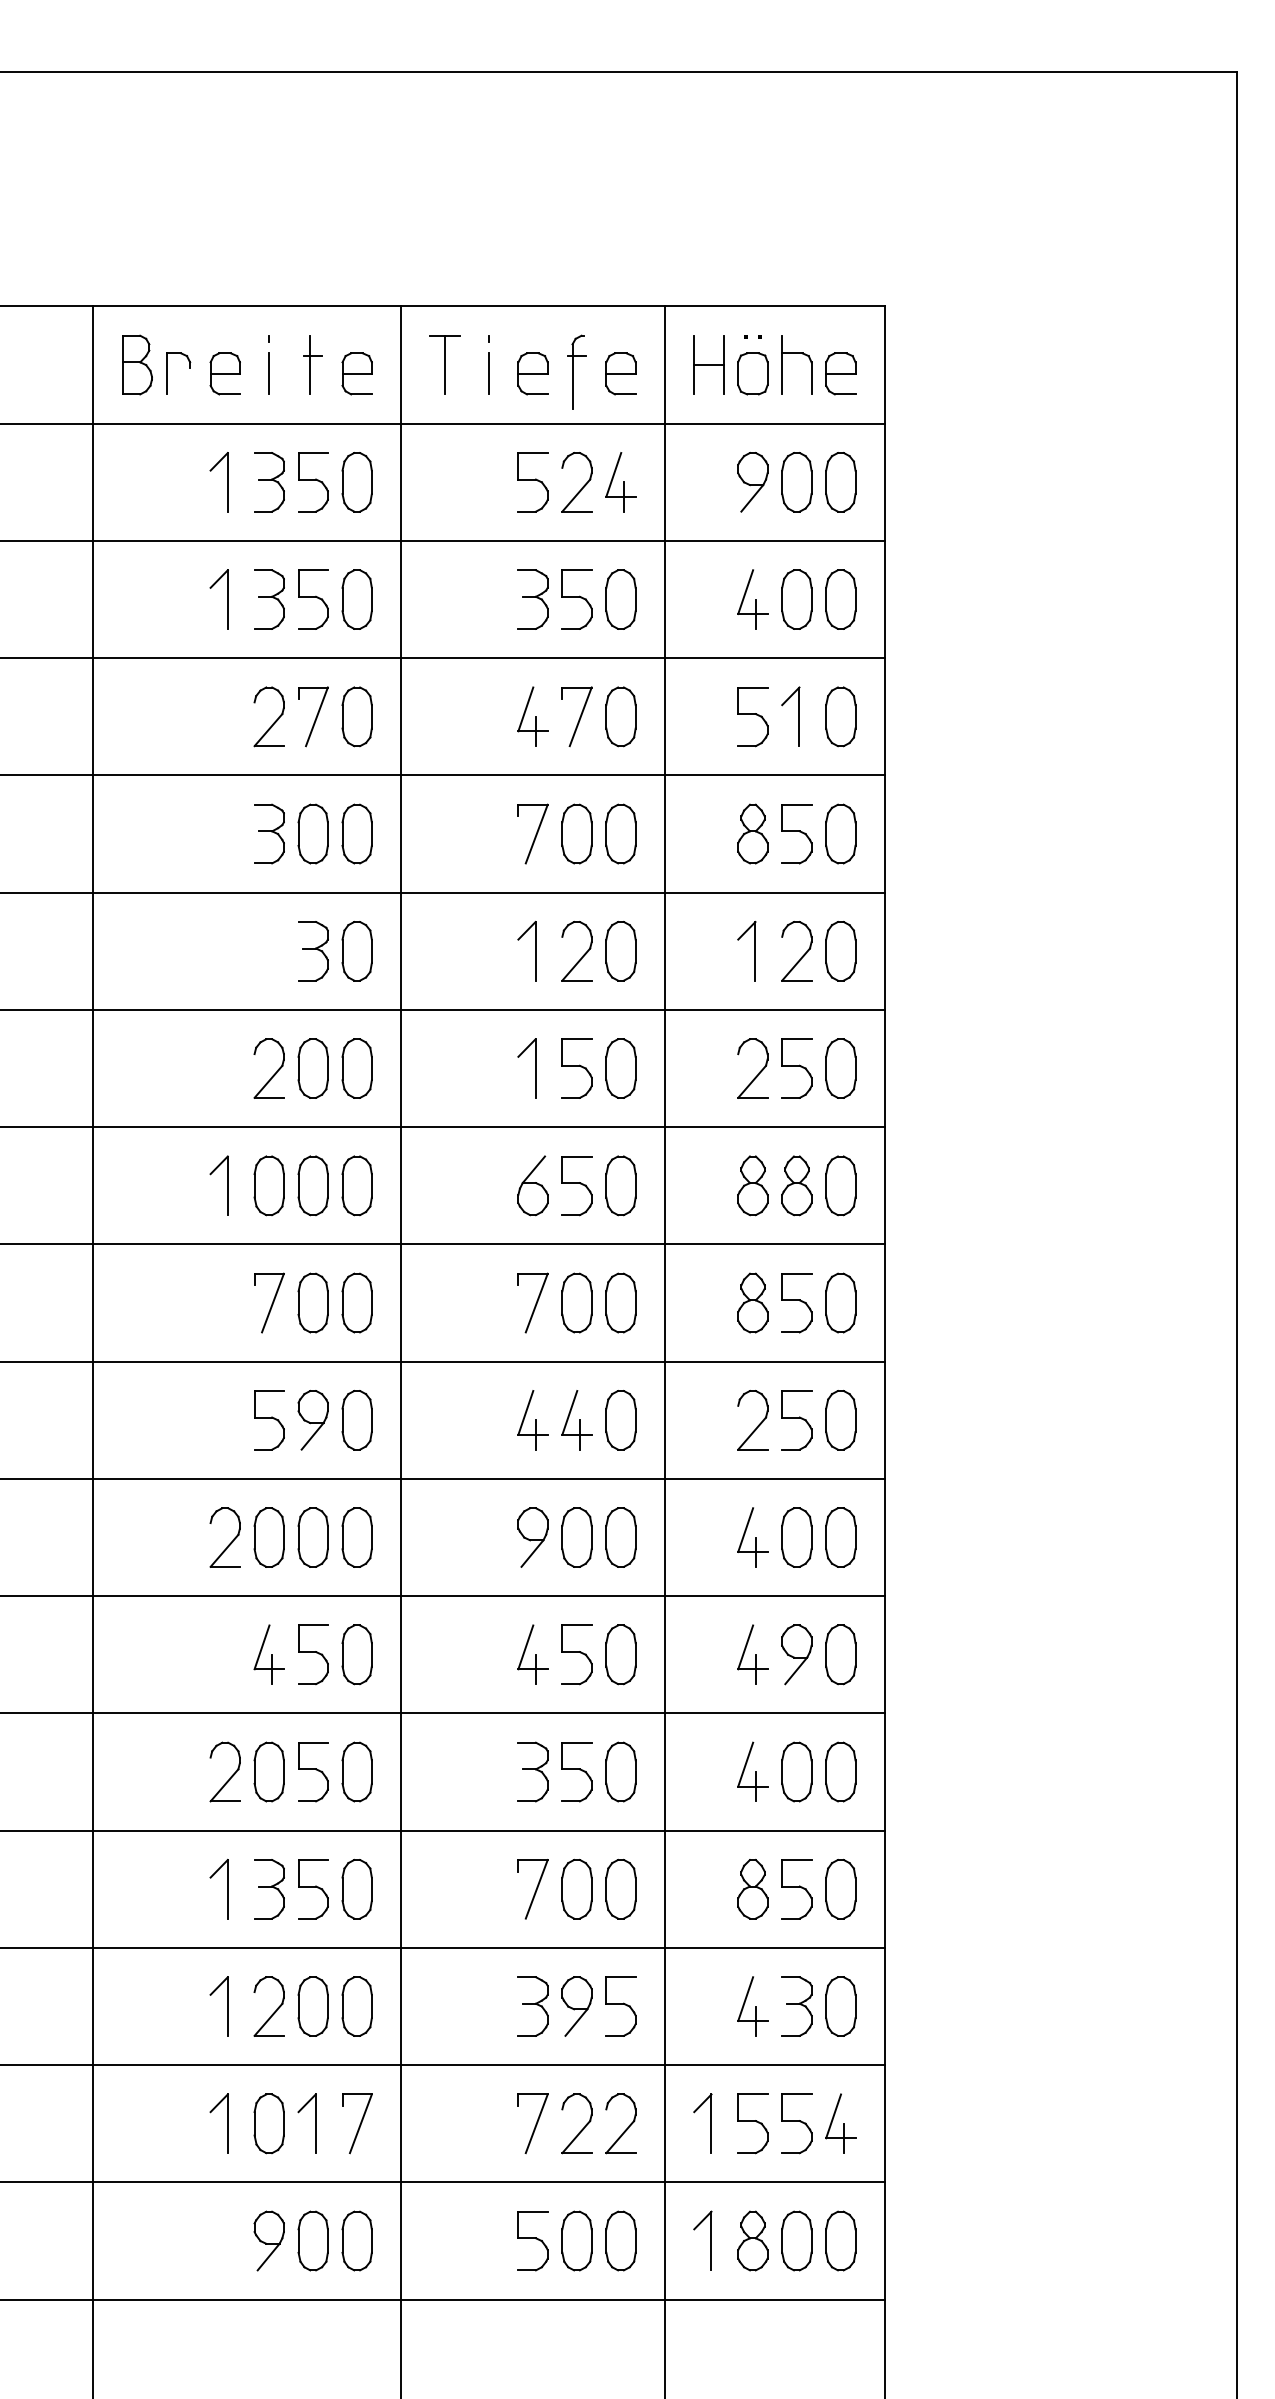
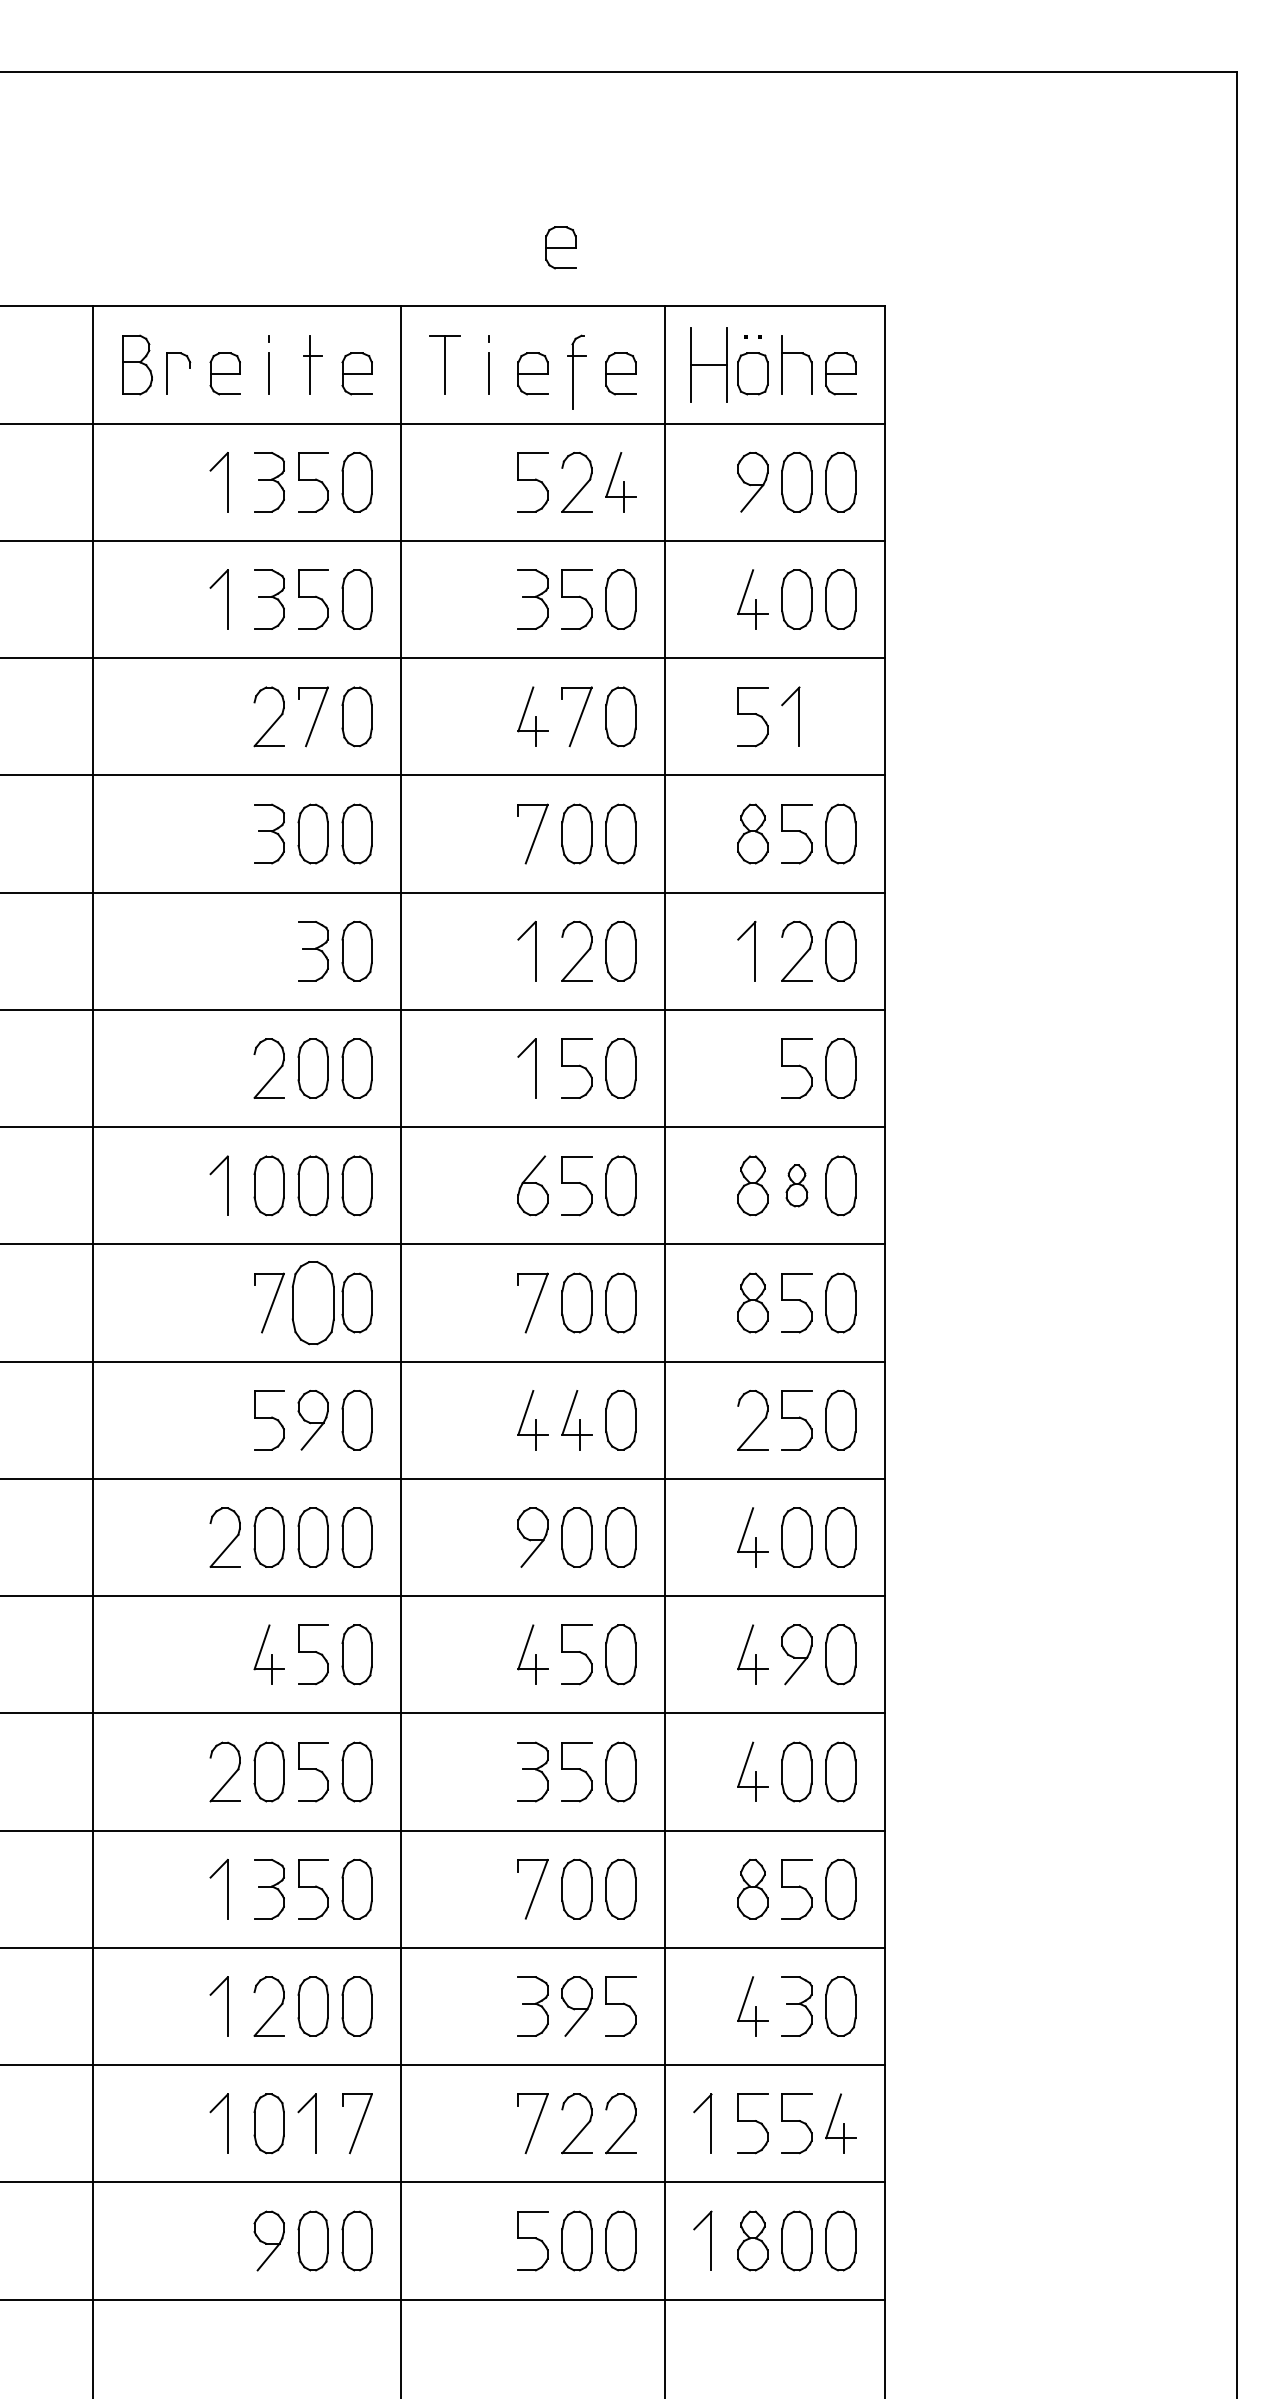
part at (560, 247): none -> present
part at (708, 364) size: 32x60 px -> 38x76 px
part at (840, 716): present -> none
part at (758, 1072): present -> none
part at (796, 1185) size: 32x62 px -> 24x44 px
part at (312, 1302) size: 32x62 px -> 44x85 px
